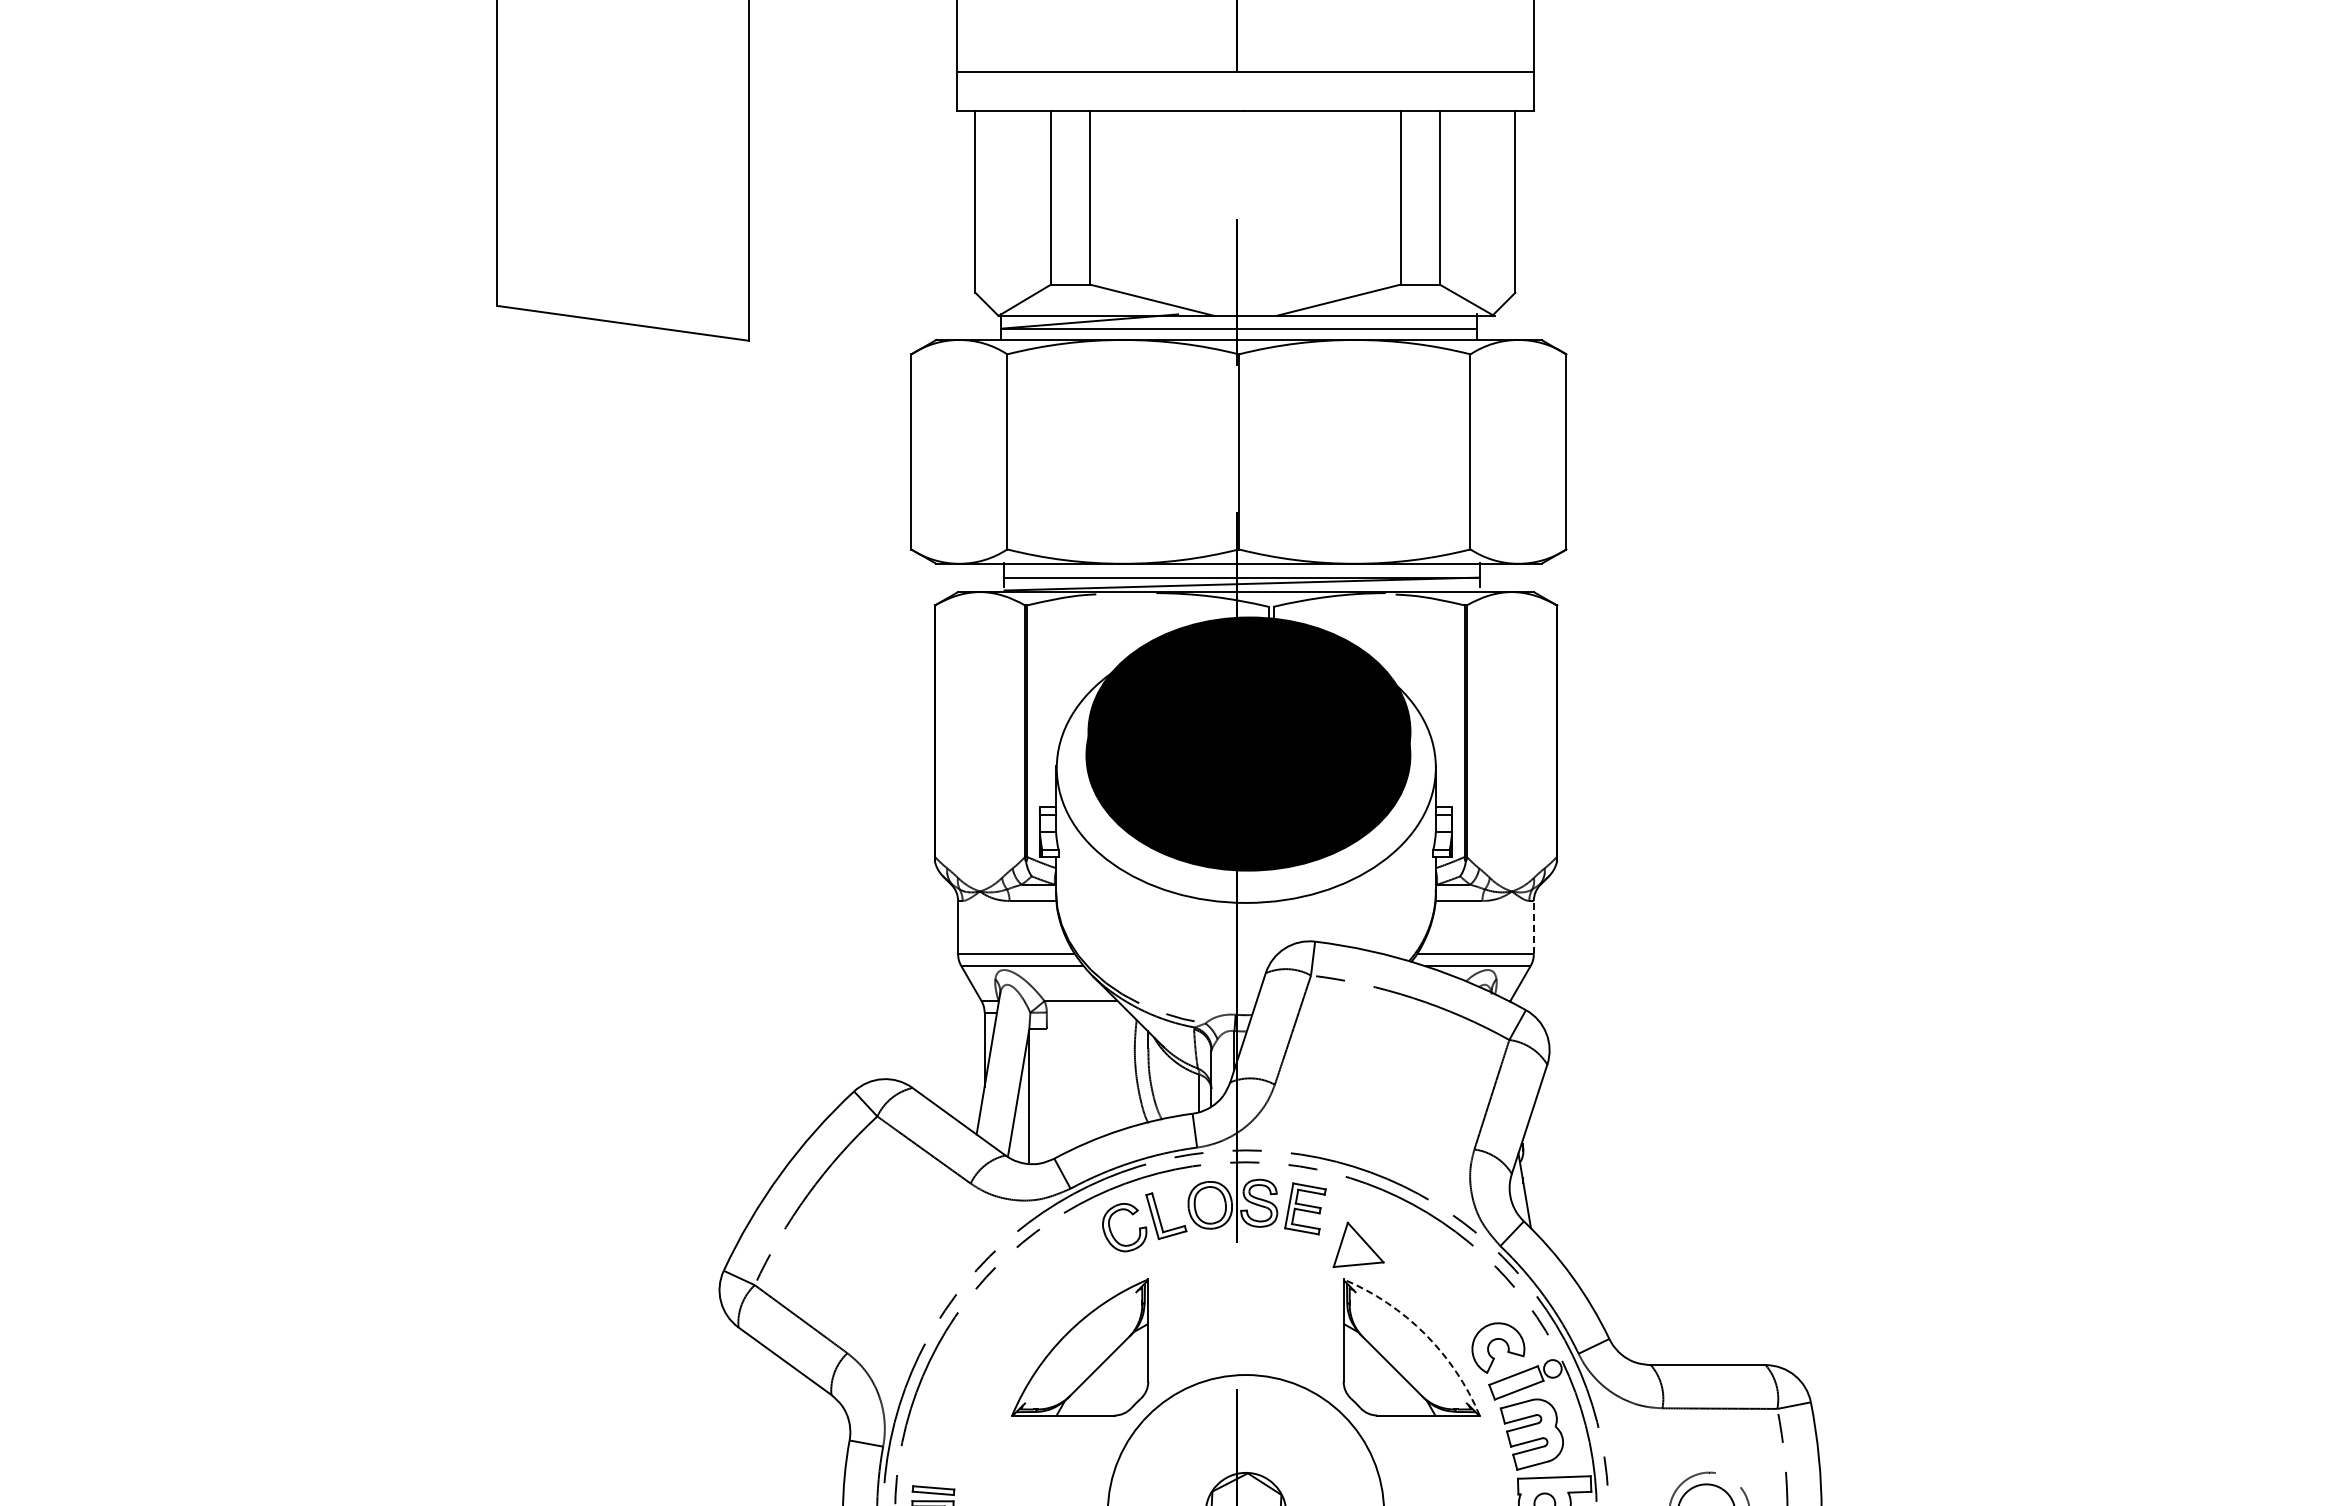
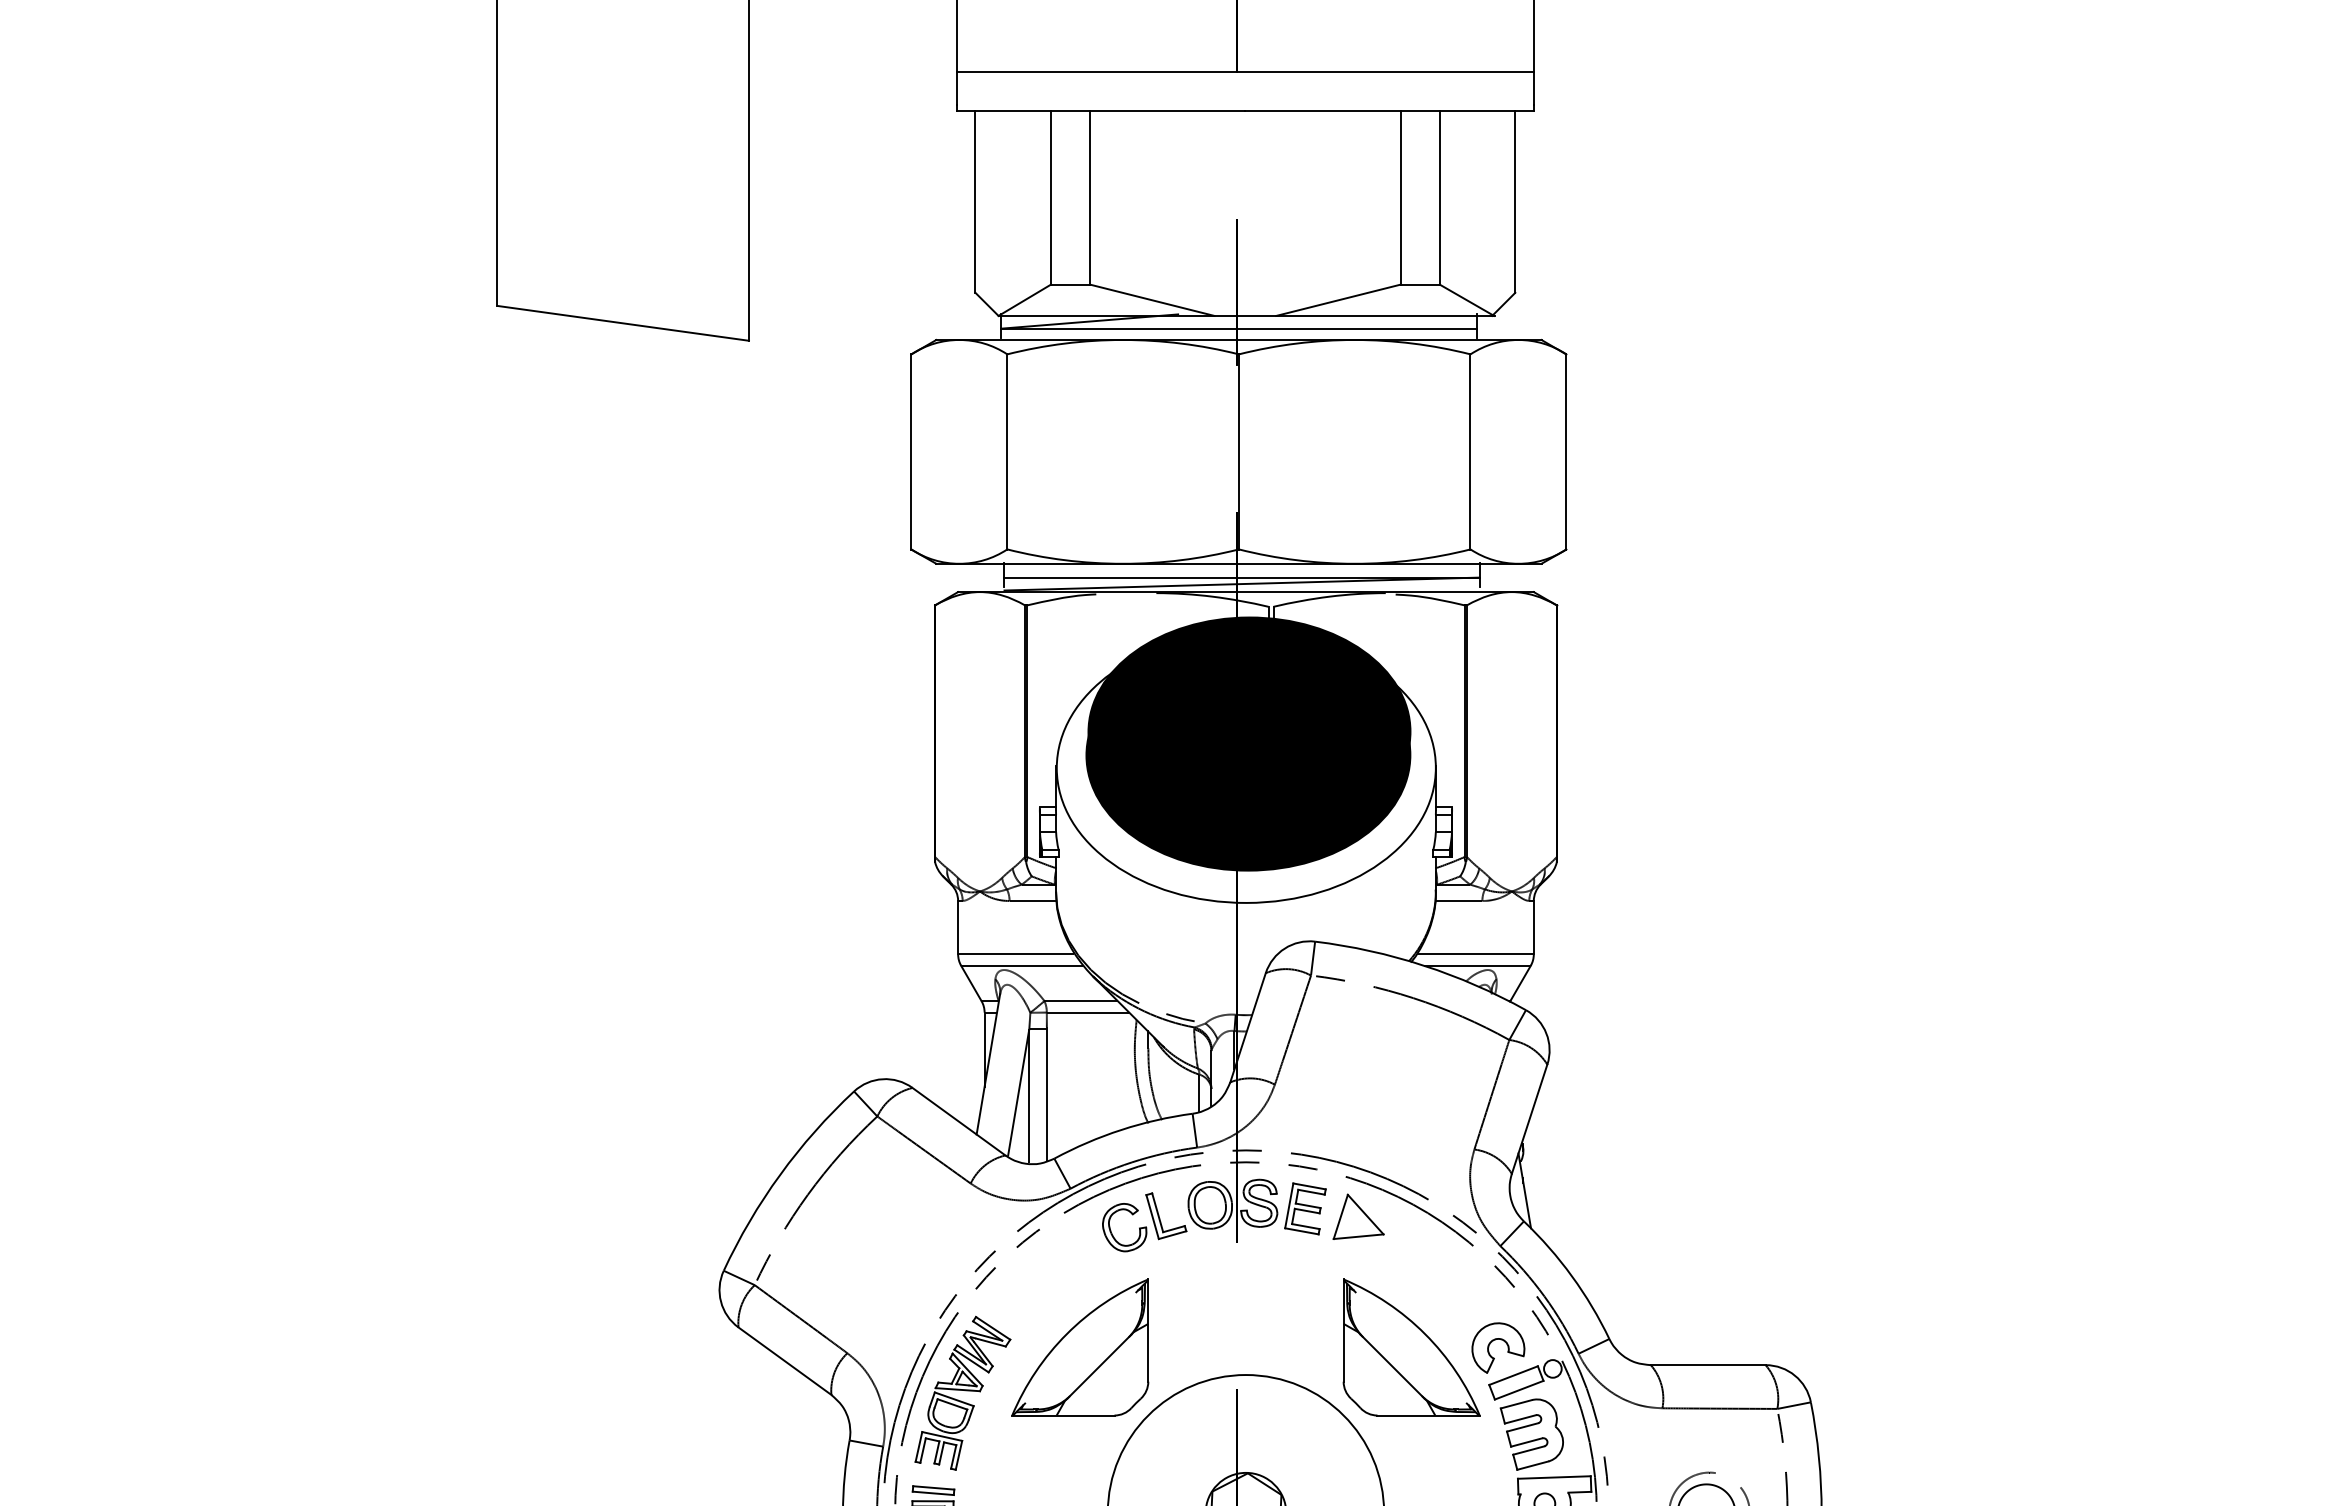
line at (1533, 927): dashed -> solid
line at (1087, 1012): none -> present
line at (1046, 1094): none -> present
part at (1358, 1244) position: (1358, 1244) -> (1358, 1216)
arc at (1425, 1334): dashed -> solid
part at (962, 1392): none -> present
